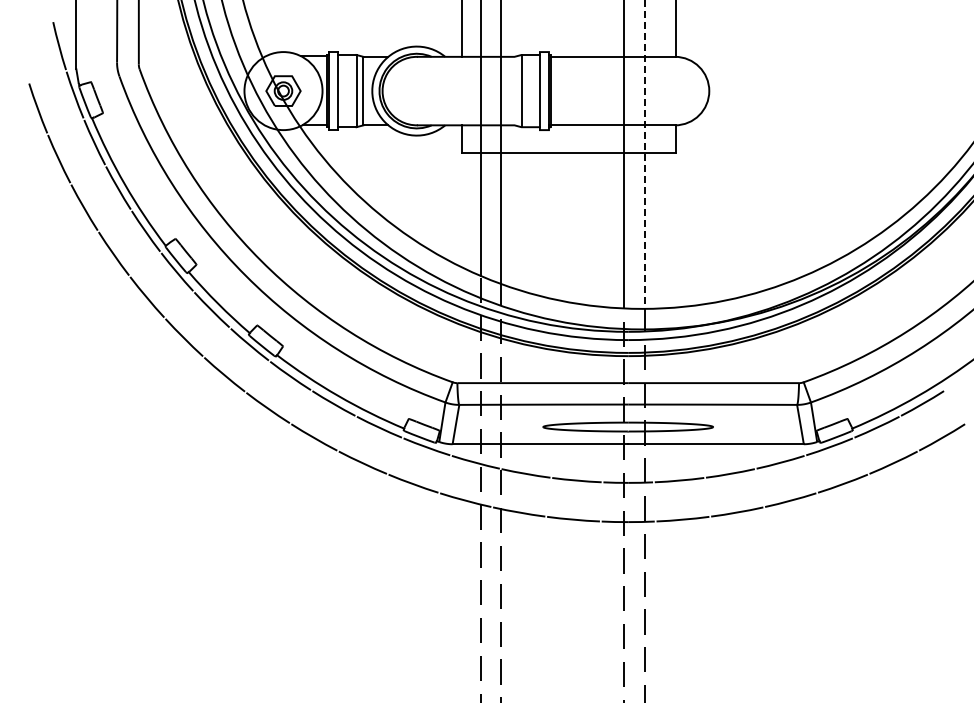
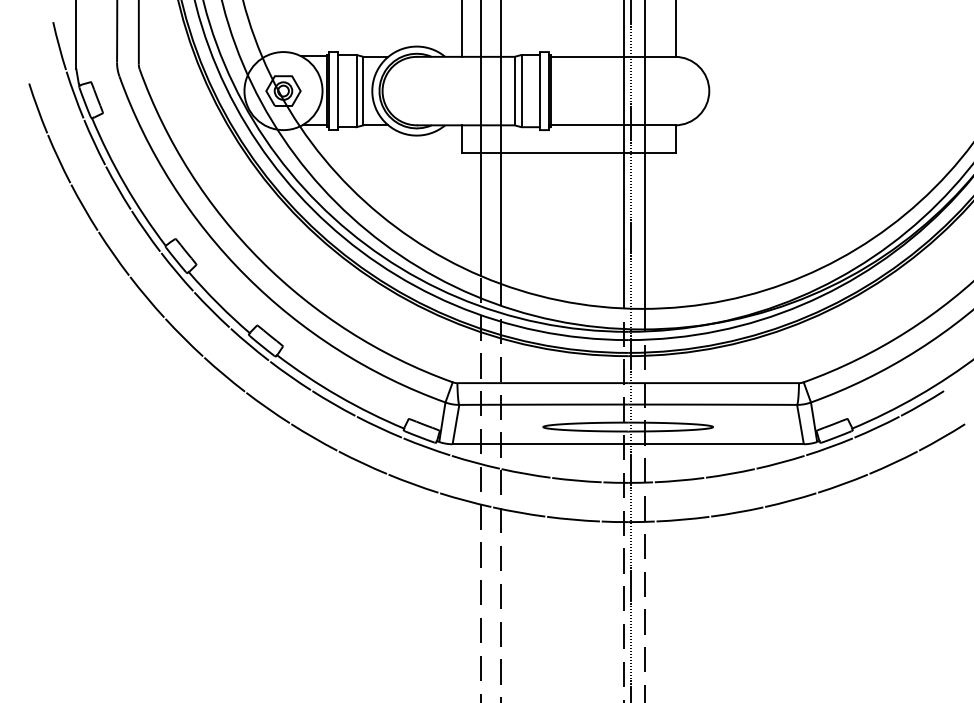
line at (514, 90): none -> present
line at (644, 154): dashed -> solid
line at (631, 350): none -> present
